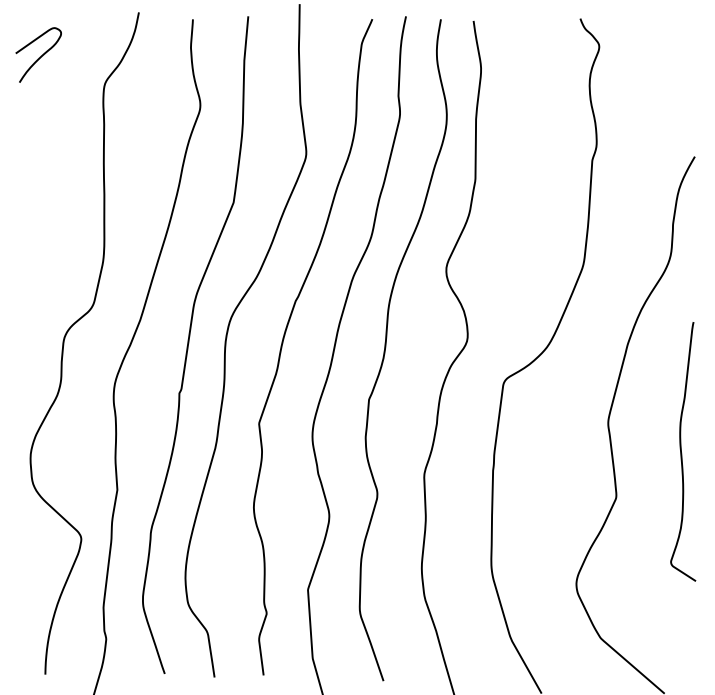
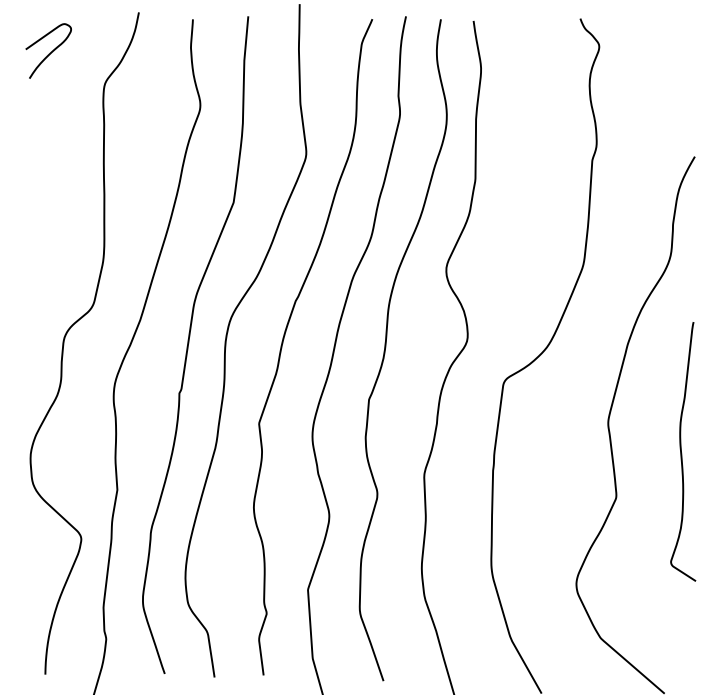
curve at (40, 56) position: (40, 56) -> (50, 52)
